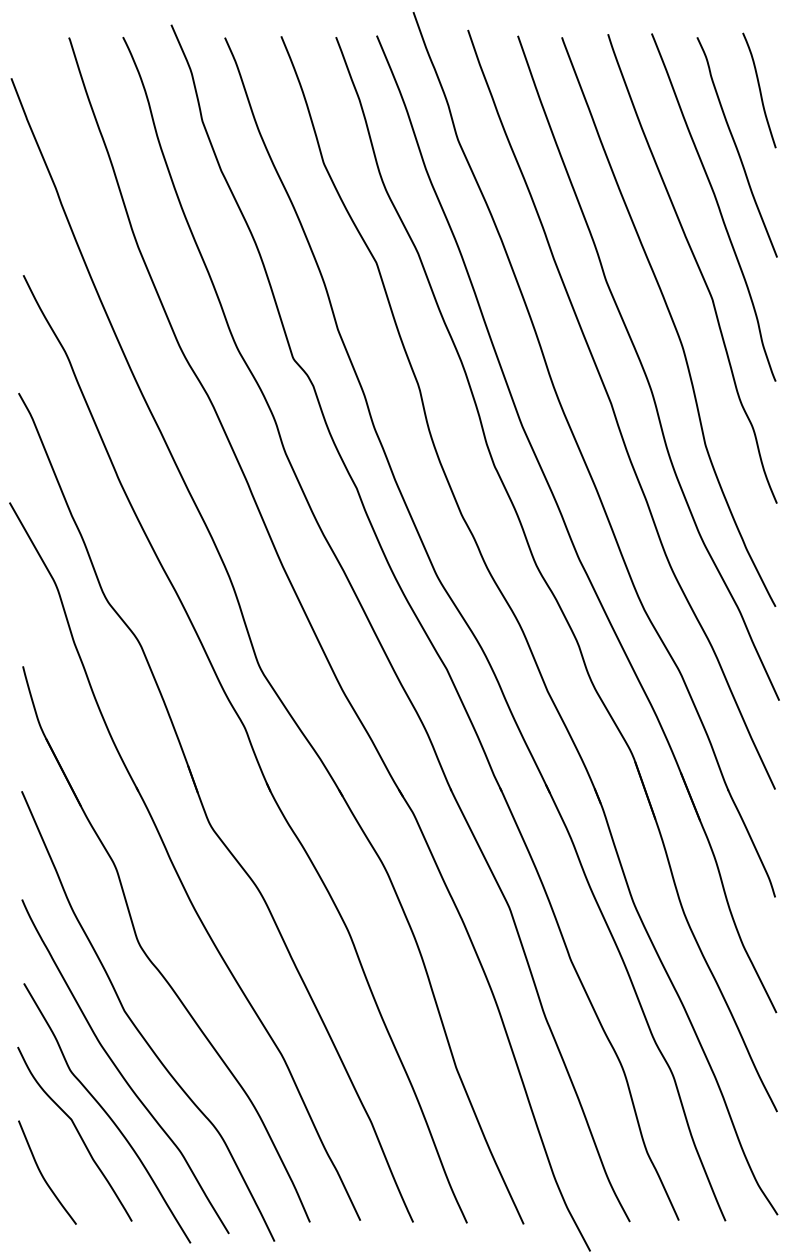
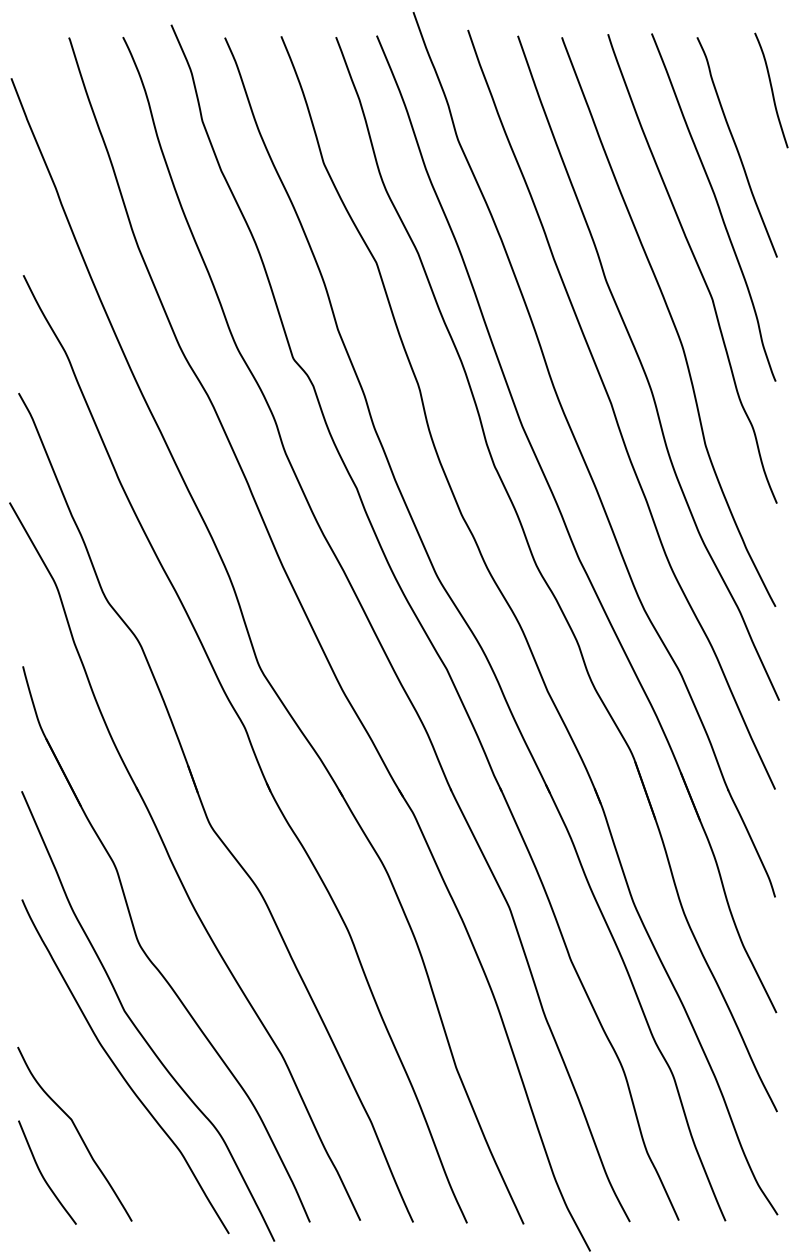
curve at (759, 90) position: (759, 90) -> (771, 90)
curve at (107, 1113): present -> none
